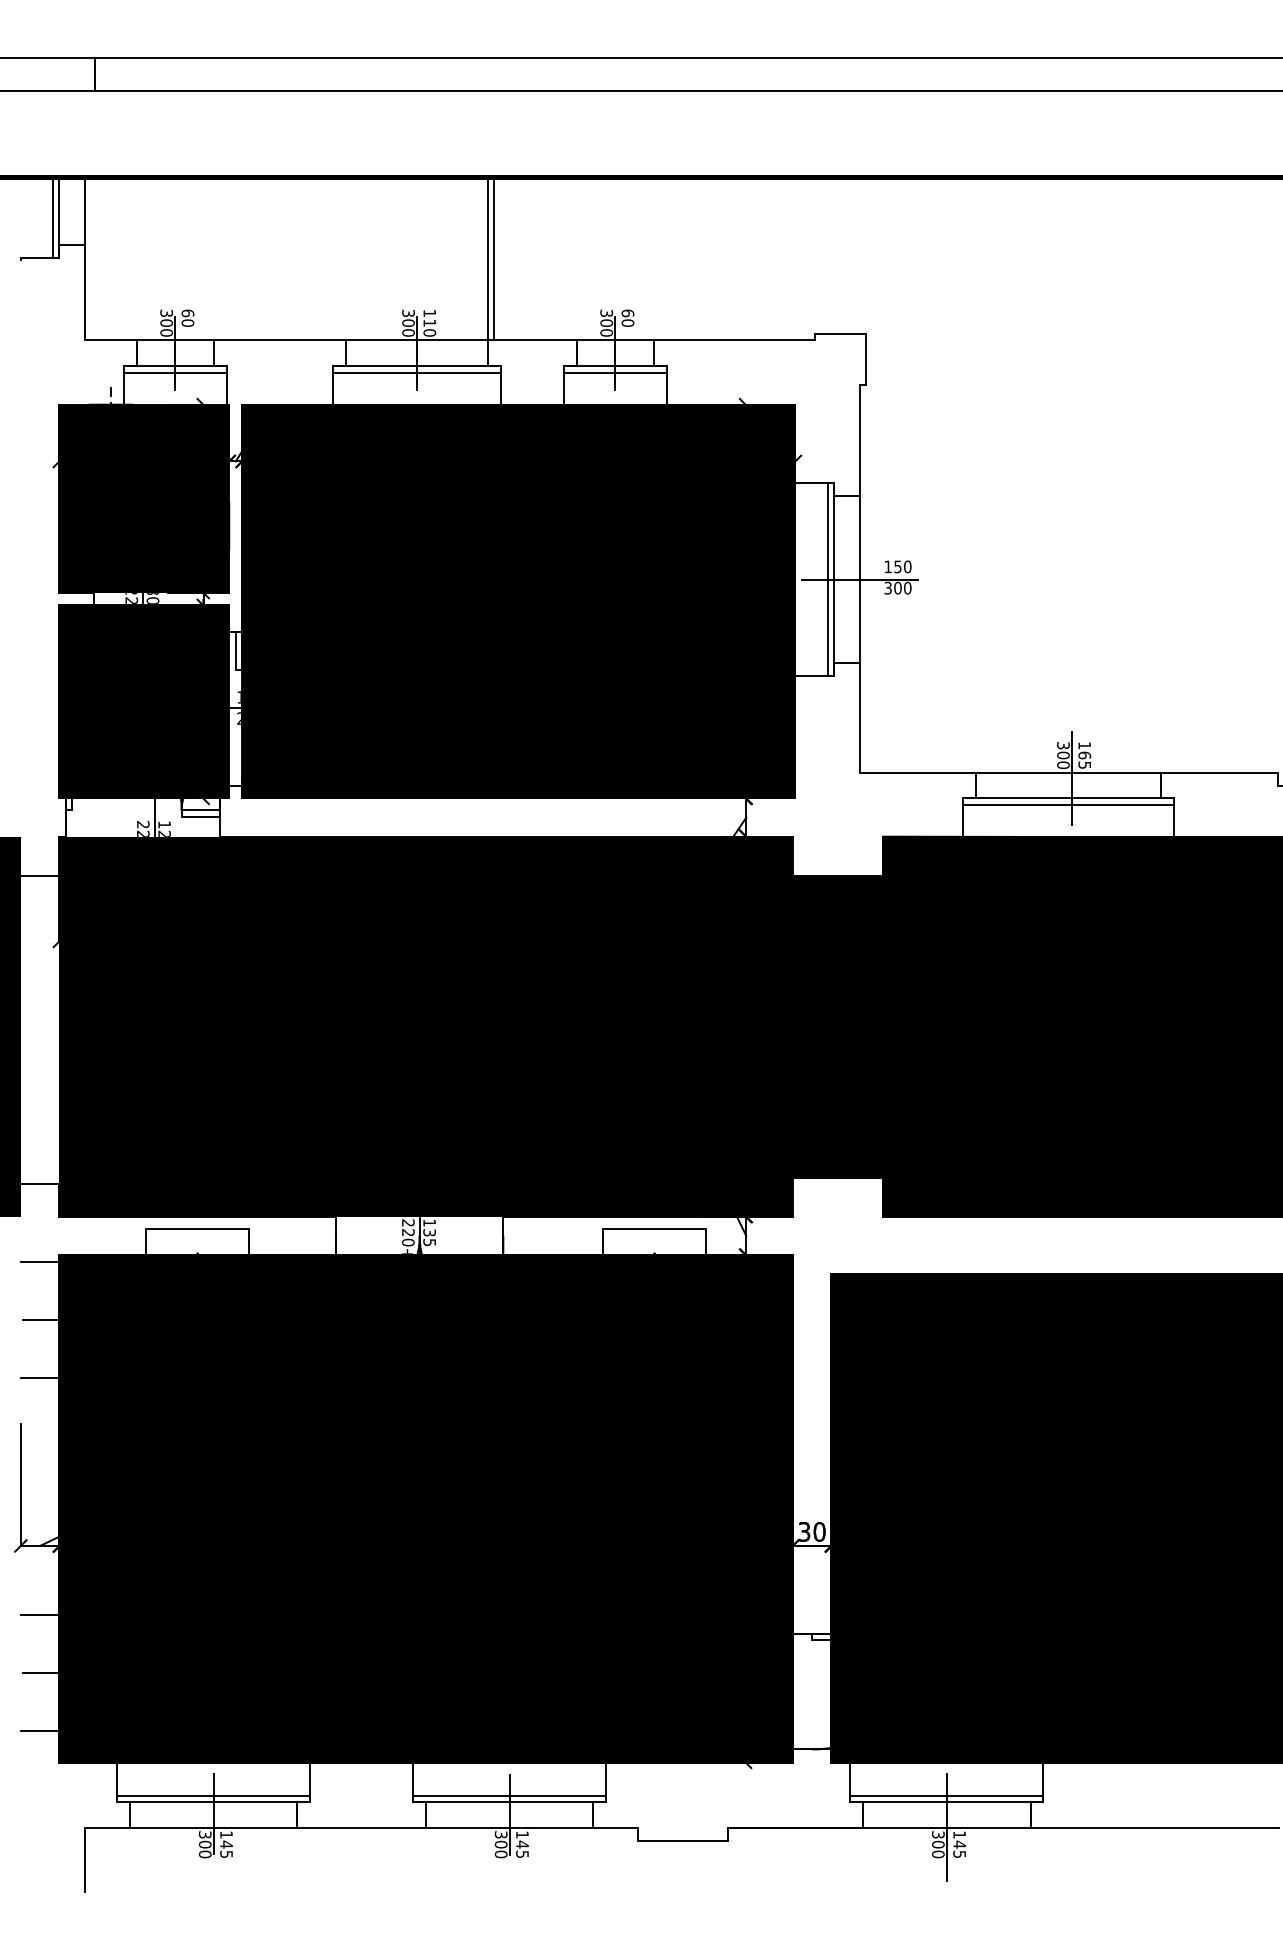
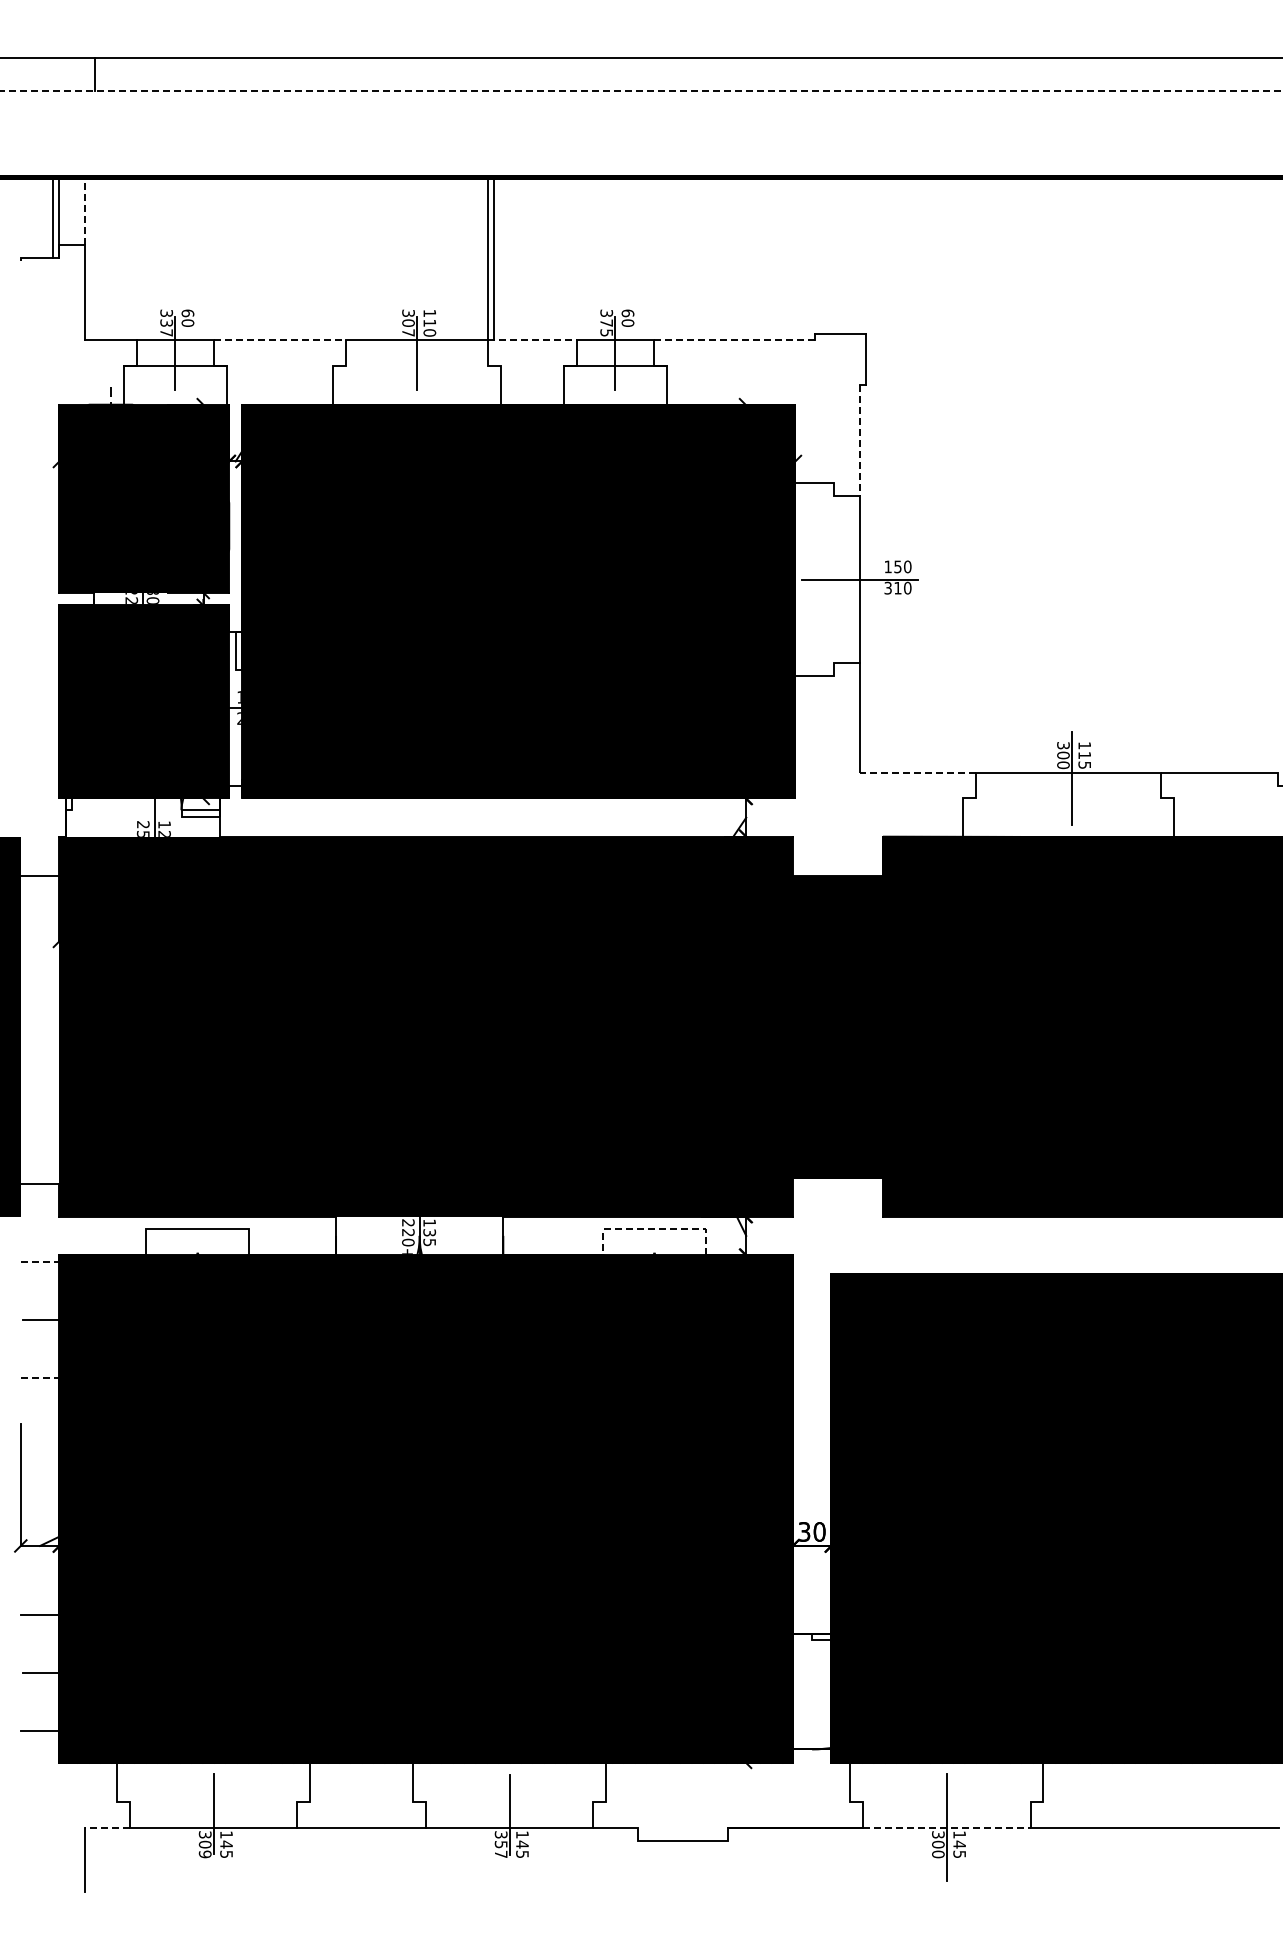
line at (641, 90): solid -> dashed
line at (85, 211): solid -> dashed
text at (166, 327): 300 -> 337
text at (606, 327): 300 -> 375
text at (408, 332): 300 -> 307
line at (280, 340): solid -> dashed
line at (532, 340): solid -> dashed
line at (734, 340): solid -> dashed
line at (416, 366): present -> none
line at (174, 372): present -> none
line at (416, 372): present -> none
line at (614, 372): present -> none
line at (859, 441): solid -> dashed
line at (827, 579): present -> none
line at (833, 579): present -> none
text at (897, 587): 300 -> 310
text at (1084, 755): 165 -> 115
line at (917, 772): solid -> dashed
line at (1067, 798): present -> none
line at (1067, 804): present -> none
text at (142, 833): 220+80 -> 257+80
line at (654, 1229): solid -> dashed
line at (40, 1262): solid -> dashed
line at (40, 1378): solid -> dashed
line at (213, 1795): present -> none
line at (509, 1795): present -> none
line at (946, 1795): present -> none
line at (213, 1802): present -> none
line at (509, 1802): present -> none
line at (946, 1802): present -> none
line at (107, 1827): solid -> dashed
line at (946, 1827): solid -> dashed
text at (500, 1849): 300 -> 357
text at (204, 1854): 300 -> 309
